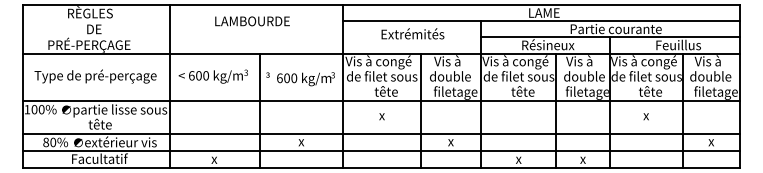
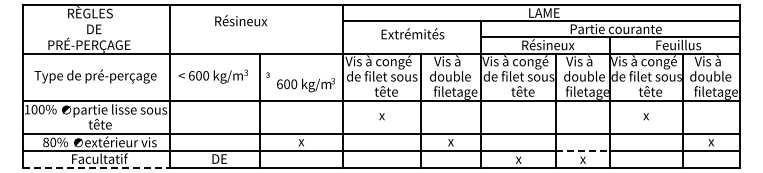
text at (252, 20): LAMBOURDE -> Résineux
text at (305, 79) position: (305, 79) -> (305, 85)
line at (583, 151): solid -> dashed
text at (219, 158): x -> DE
line at (96, 167): solid -> dashed
